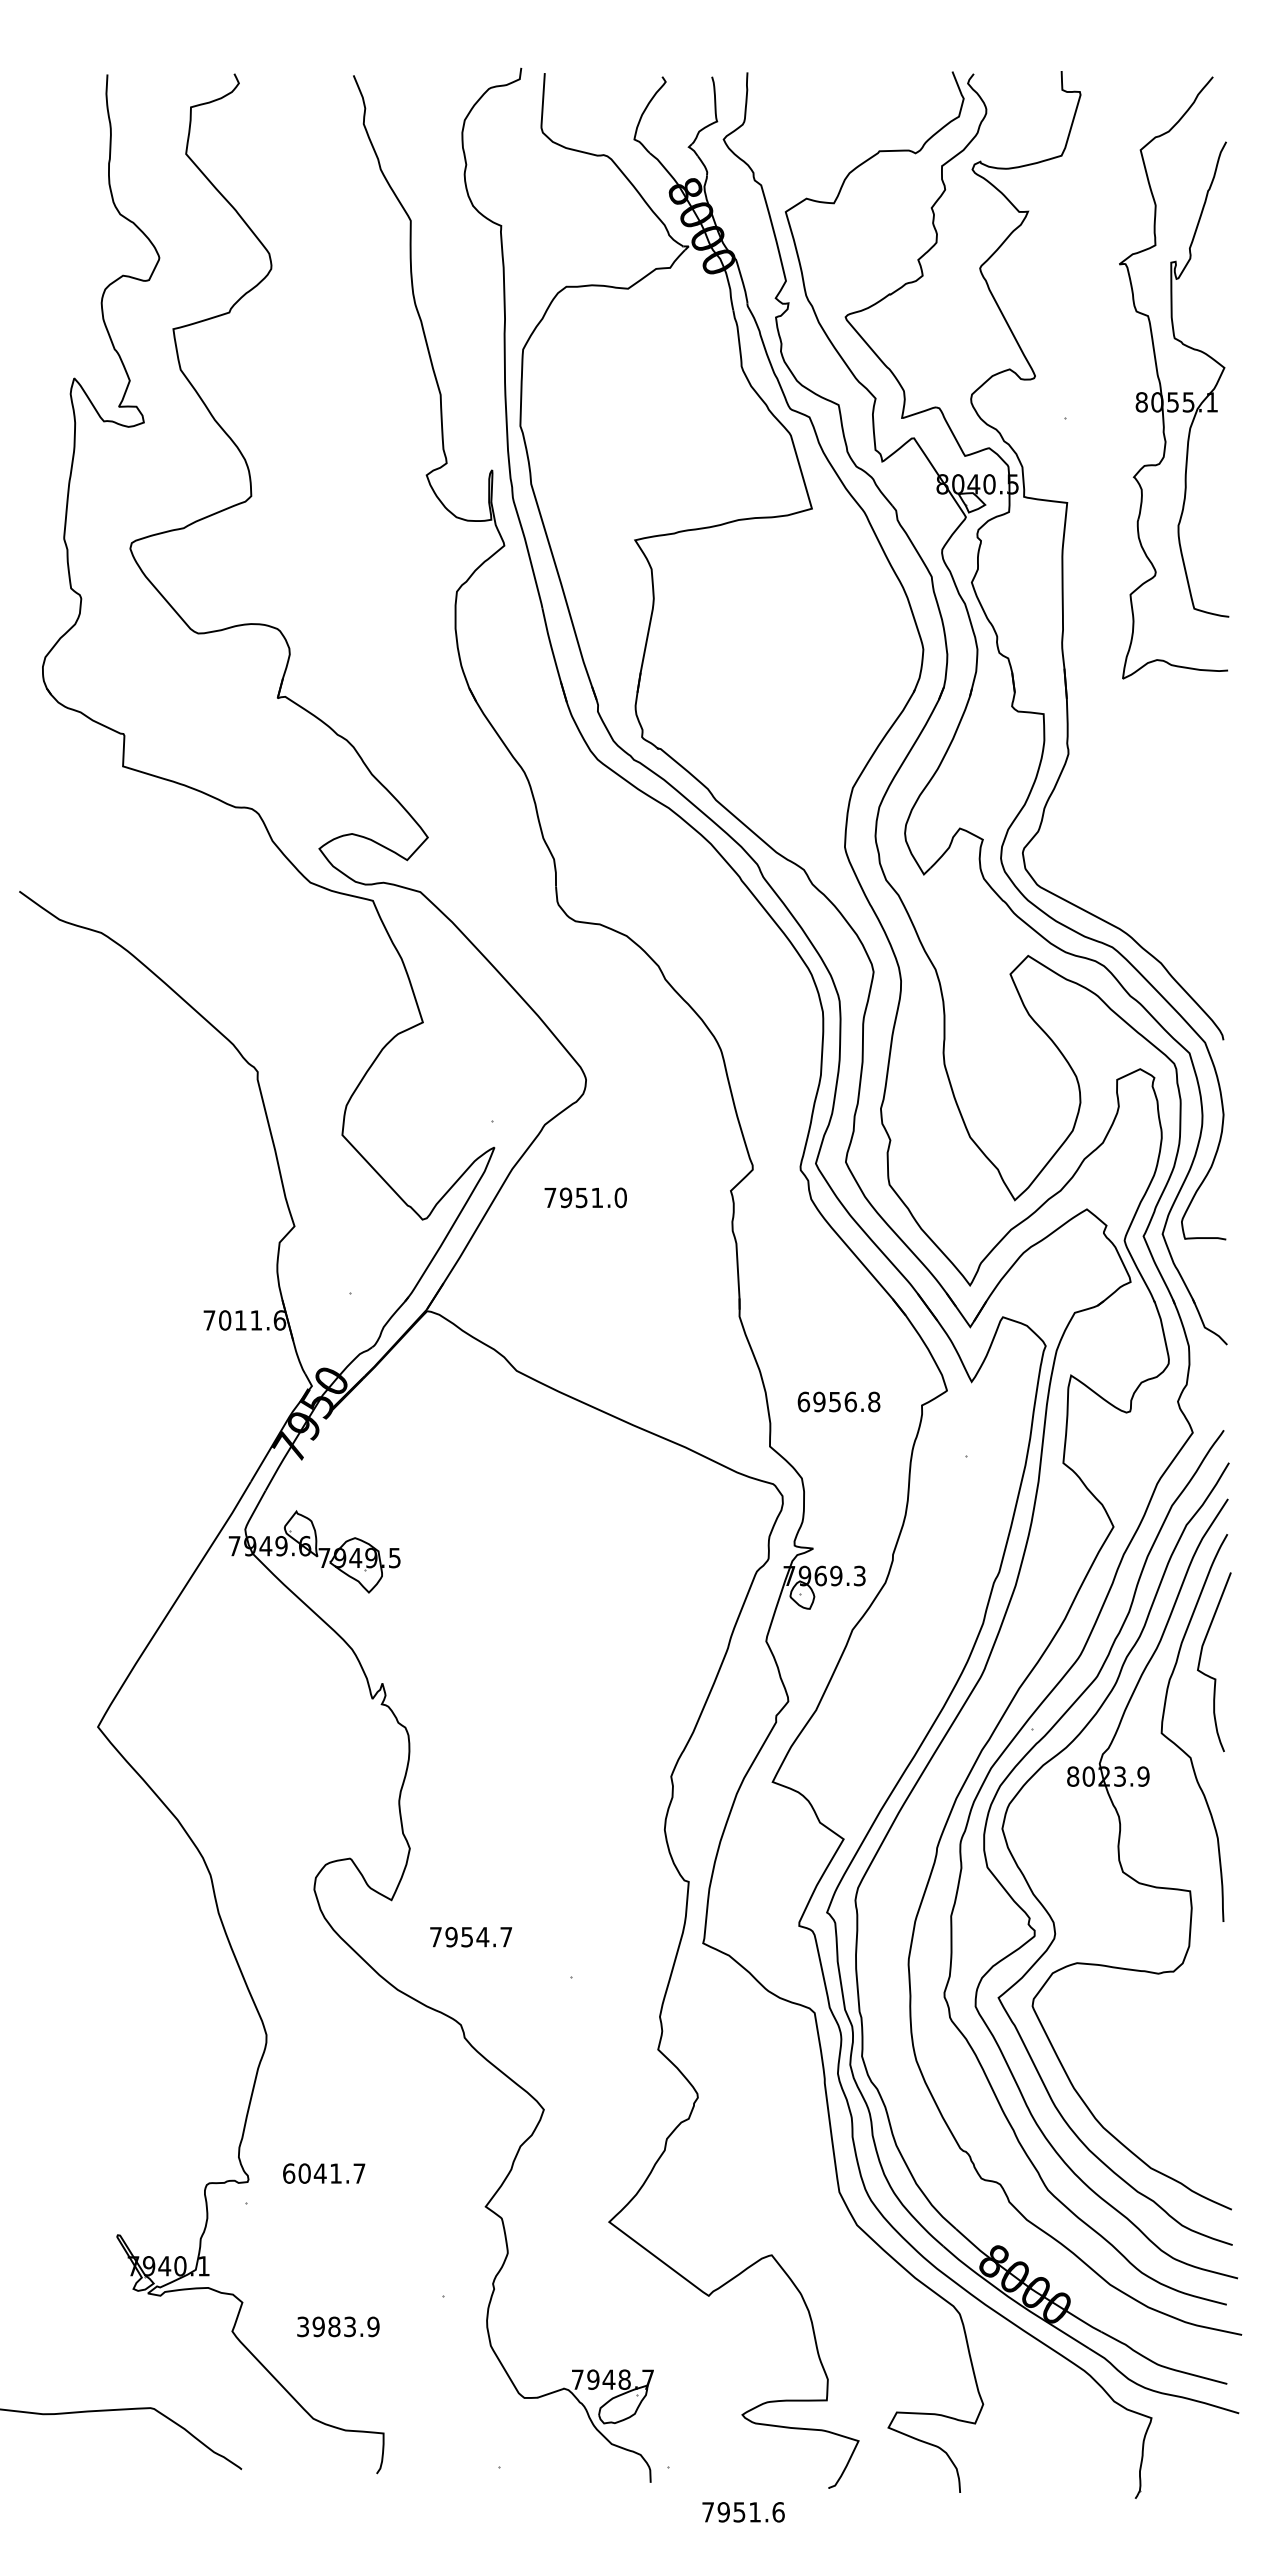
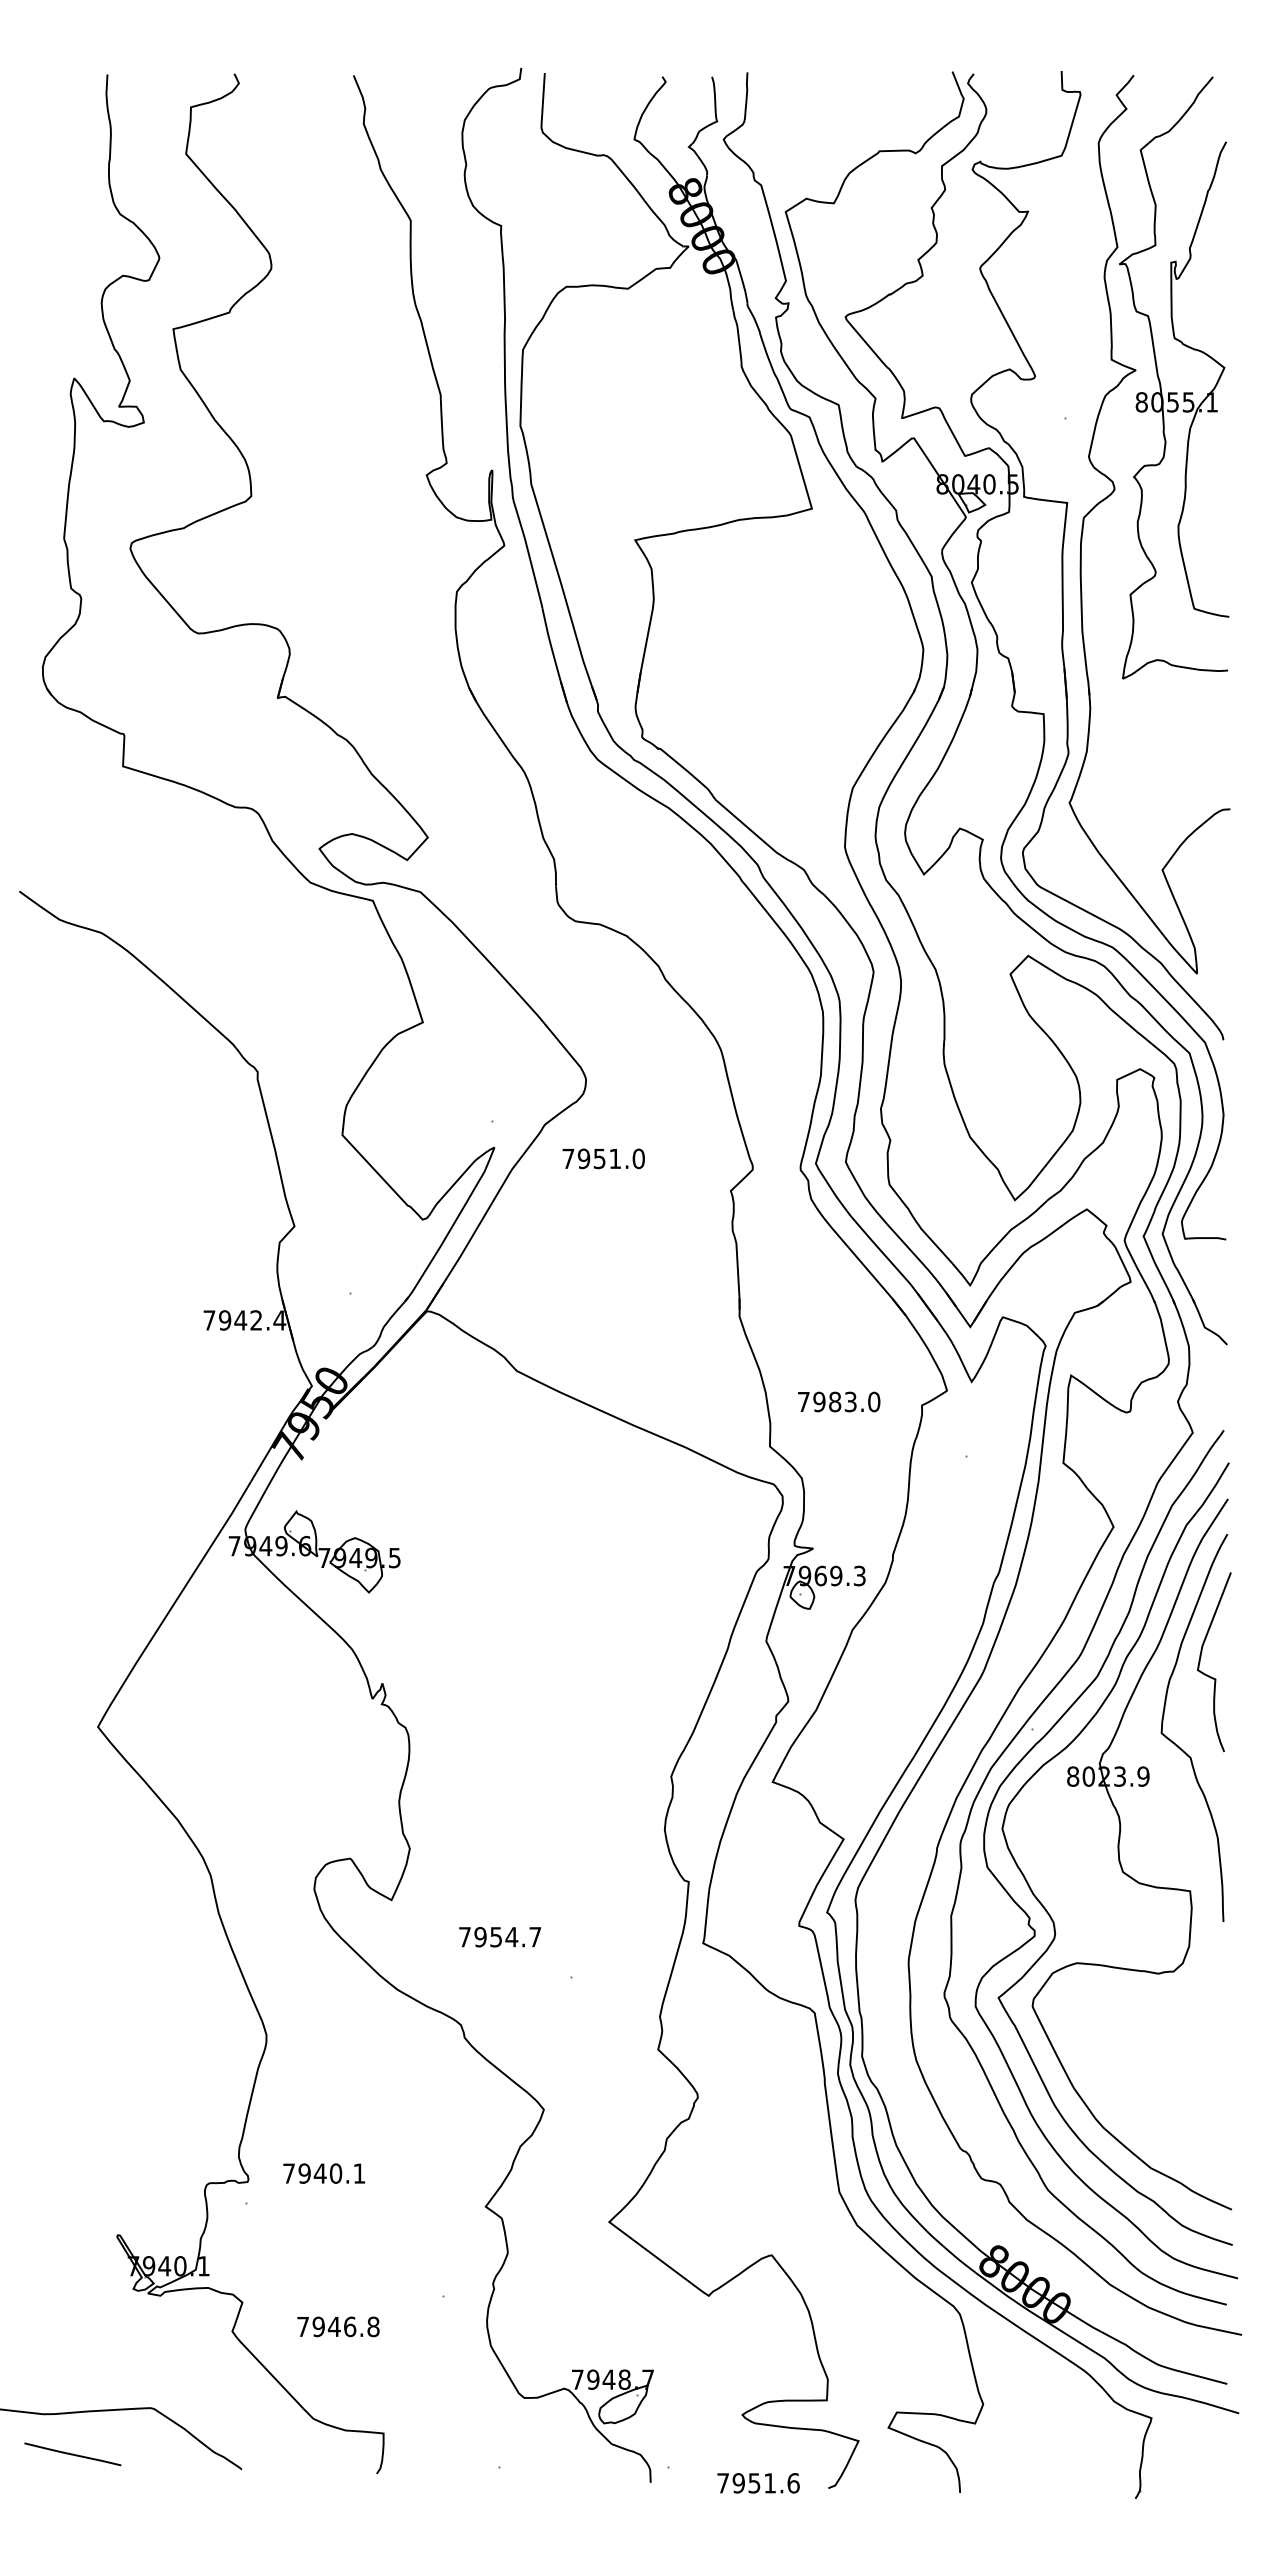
part at (1112, 494): none -> present
text at (585, 1197) position: (585, 1197) -> (603, 1158)
text at (252, 1320): 7011.6 -> 7942.4
text at (838, 1401): 6956.8 -> 7983.0
text at (470, 1937) position: (470, 1937) -> (499, 1937)
text at (324, 2173): 6041.7 -> 7940.1
text at (338, 2326): 3983.9 -> 7946.8
line at (72, 2454): none -> present
text at (743, 2512) position: (743, 2512) -> (758, 2483)
